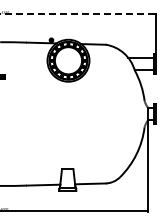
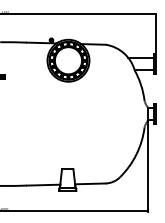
line at (77, 14): dashed -> solid
